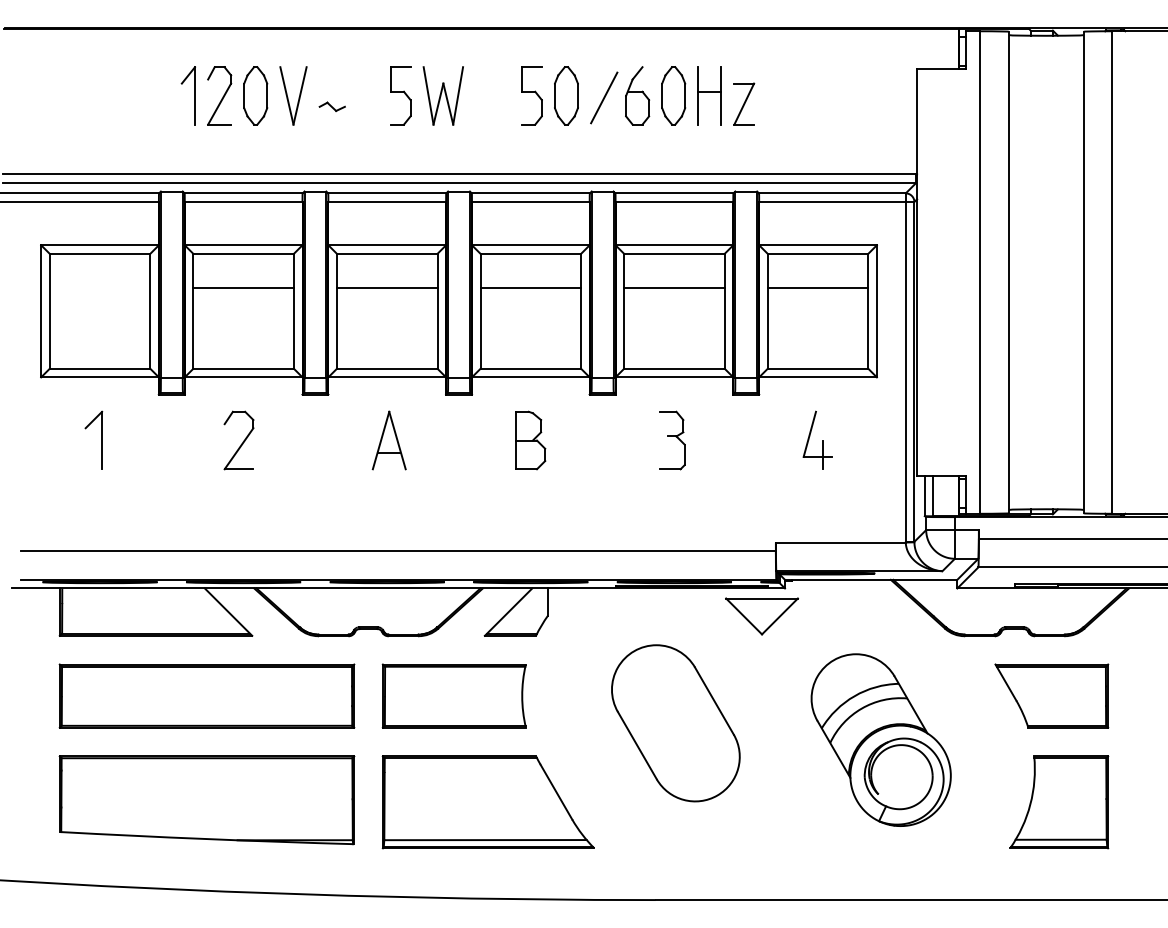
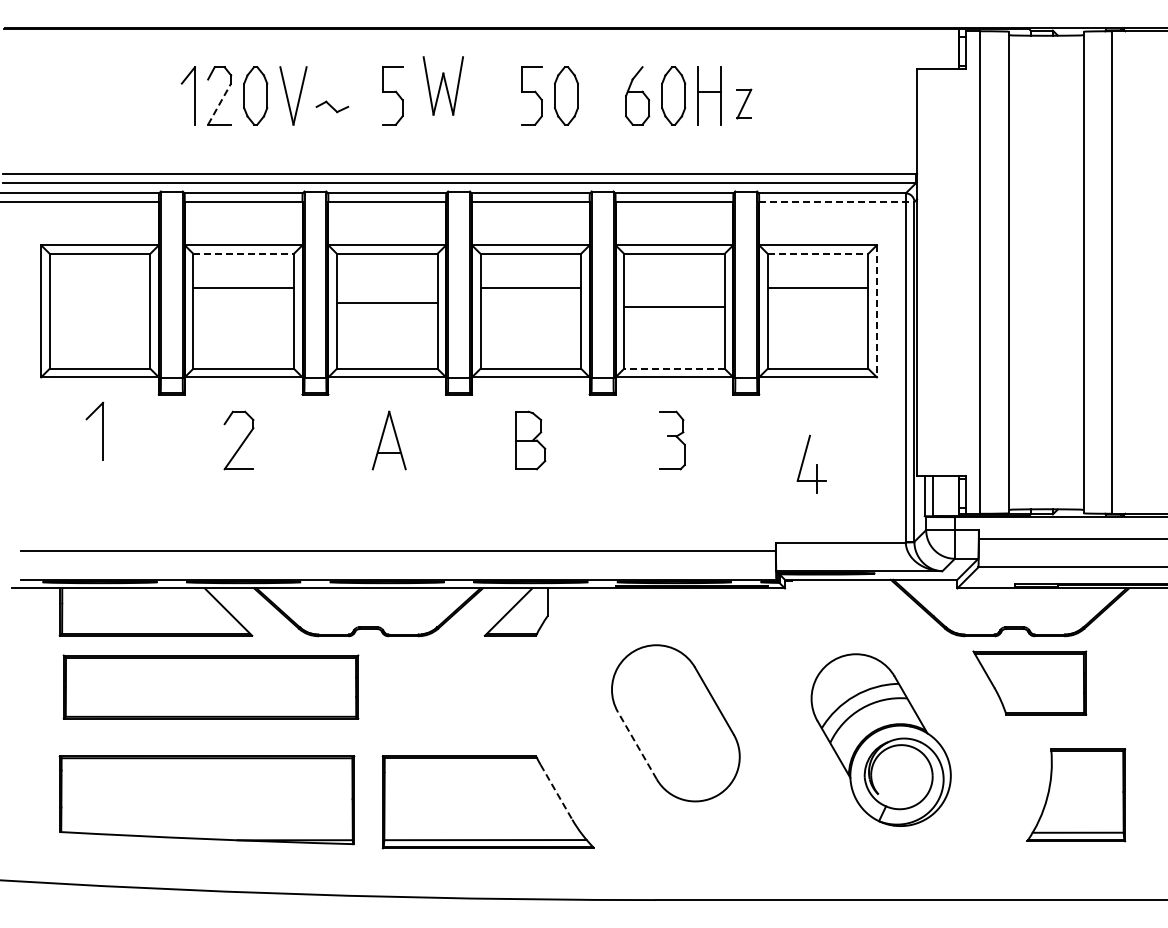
part at (400, 95) position: (400, 95) -> (392, 95)
part at (442, 95) position: (442, 95) -> (442, 85)
line at (604, 97): present -> none
part at (744, 103) size: 23x44 px -> 17x32 px
line at (219, 104): solid -> dashed
part at (331, 106) size: 28x11 px -> 35x14 px
line at (836, 202): solid -> dashed
line at (244, 253): solid -> dashed
line at (818, 253): solid -> dashed
line at (386, 288) position: (386, 288) -> (386, 303)
line at (674, 288) position: (674, 288) -> (674, 307)
line at (876, 311): solid -> dashed
line at (673, 368): solid -> dashed
part at (101, 439) position: (101, 439) -> (102, 430)
part at (817, 439) position: (817, 439) -> (811, 463)
part at (761, 616): present -> none
part at (206, 695) position: (206, 695) -> (210, 686)
part at (453, 695): present -> none
part at (1051, 695) position: (1051, 695) -> (1029, 682)
line at (637, 745): solid -> dashed
line at (556, 792): solid -> dashed
part at (1059, 802) position: (1059, 802) -> (1076, 795)
